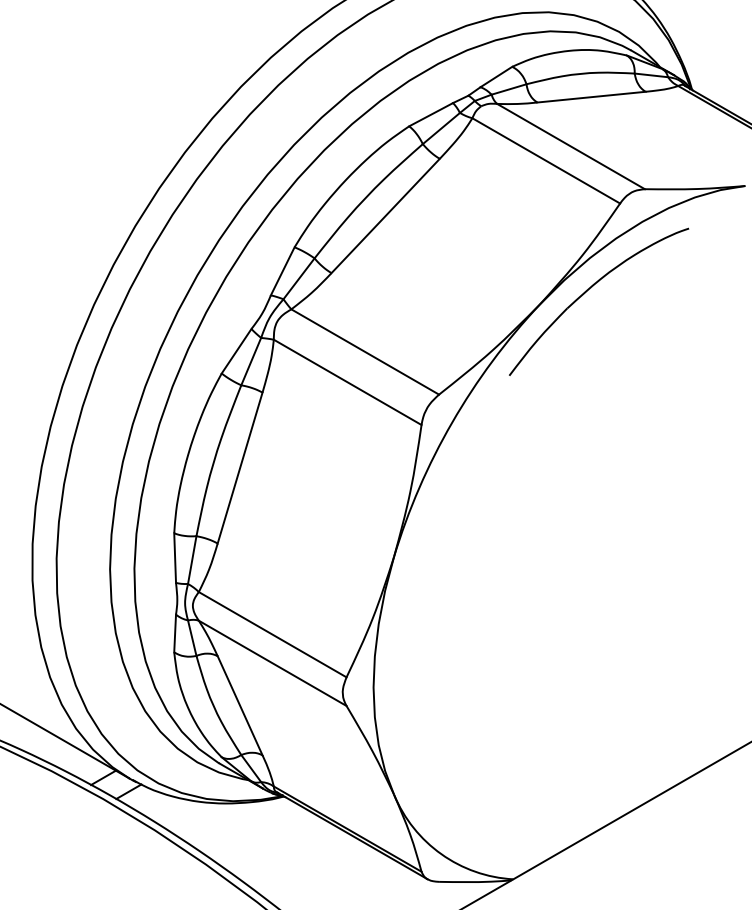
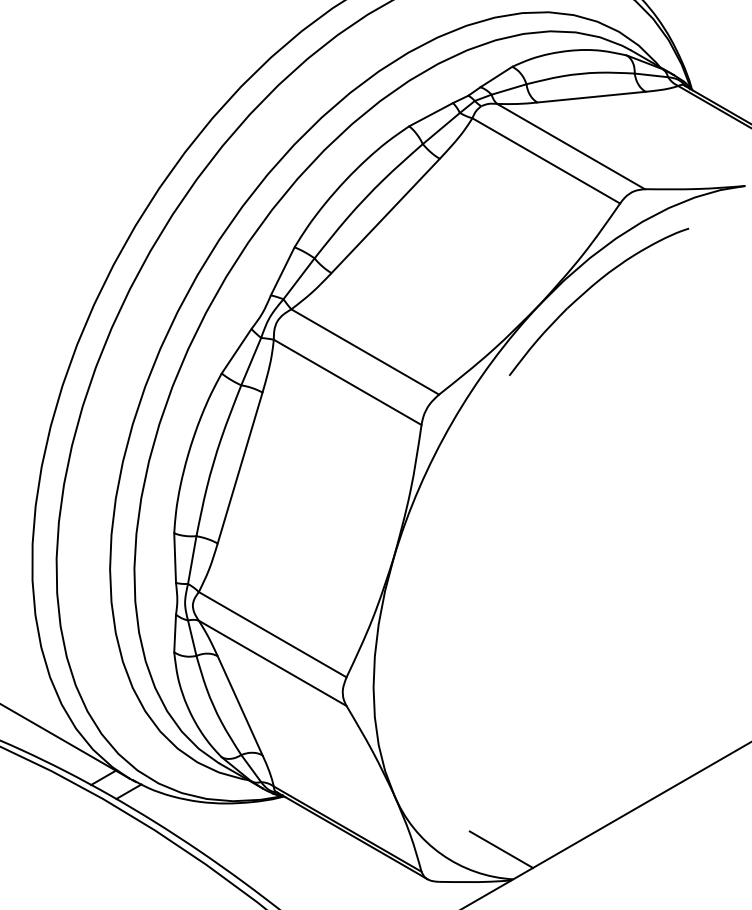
line at (501, 849): none -> present
